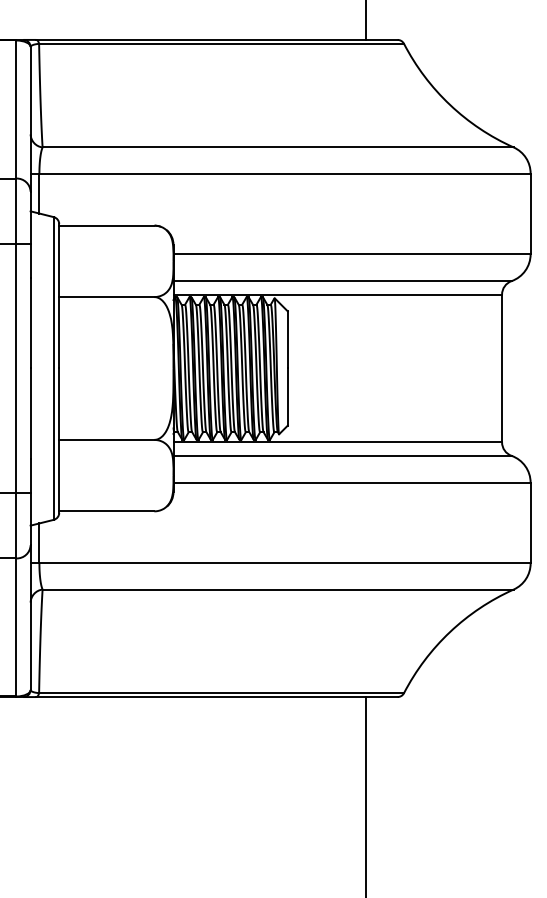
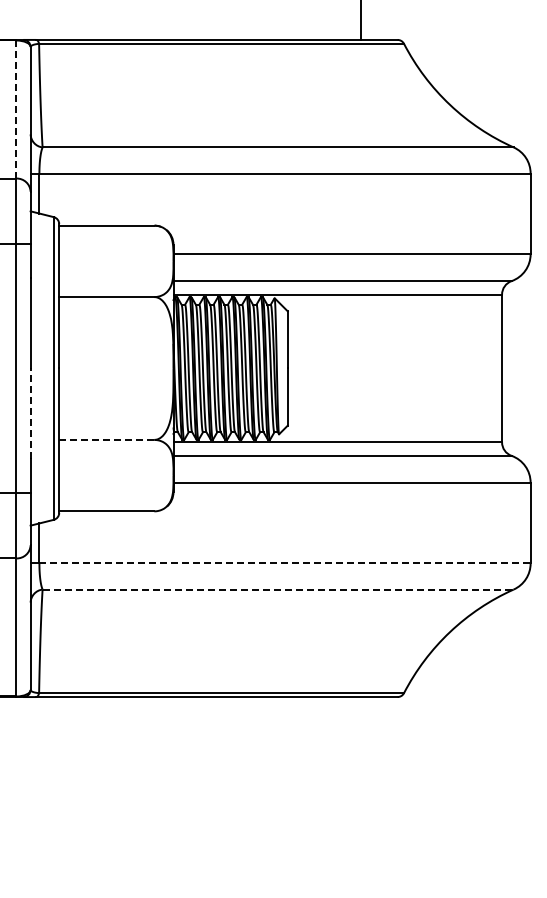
line at (366, 20) position: (366, 20) -> (361, 20)
line at (16, 109): solid -> dashed
line at (30, 413): solid -> dashed
line at (106, 439): solid -> dashed
line at (285, 563): solid -> dashed
line at (278, 589): solid -> dashed
line at (366, 795): present -> none
